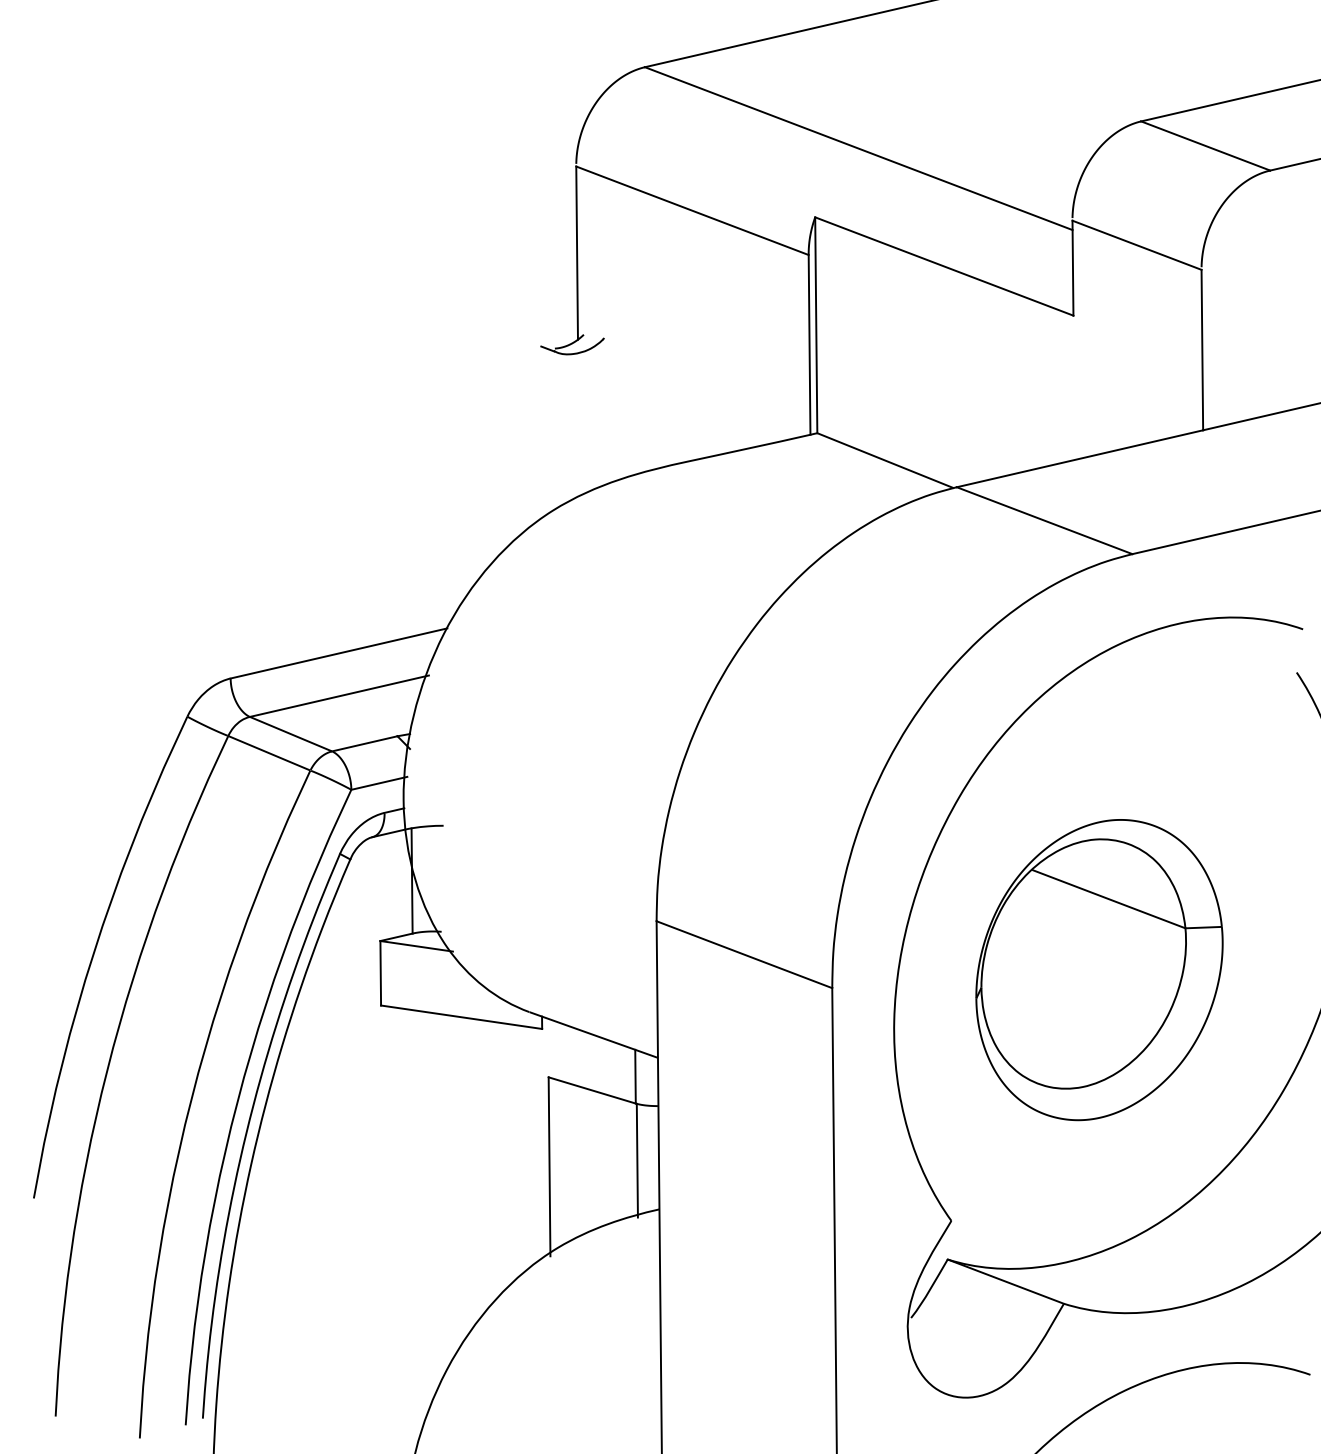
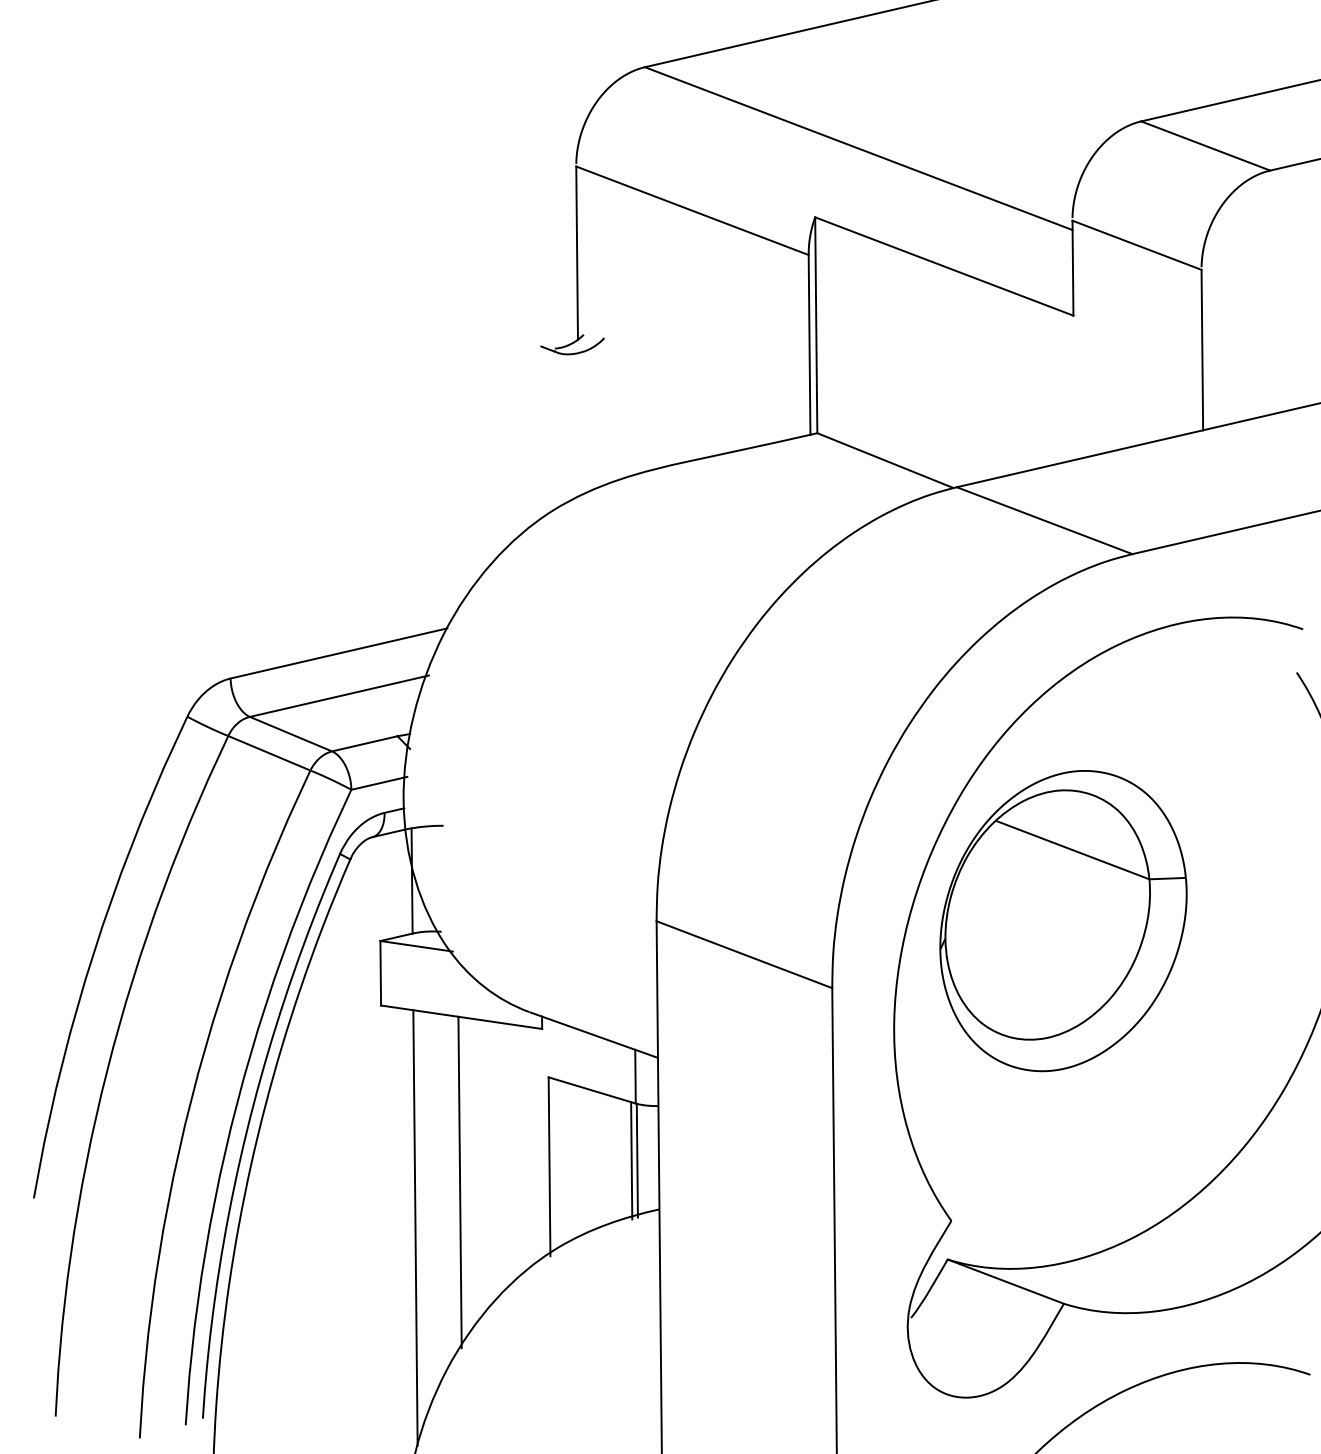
part at (1099, 970) position: (1099, 970) -> (1063, 921)
line at (631, 1160): none -> present
line at (459, 1182): none -> present
line at (415, 1227): none -> present
